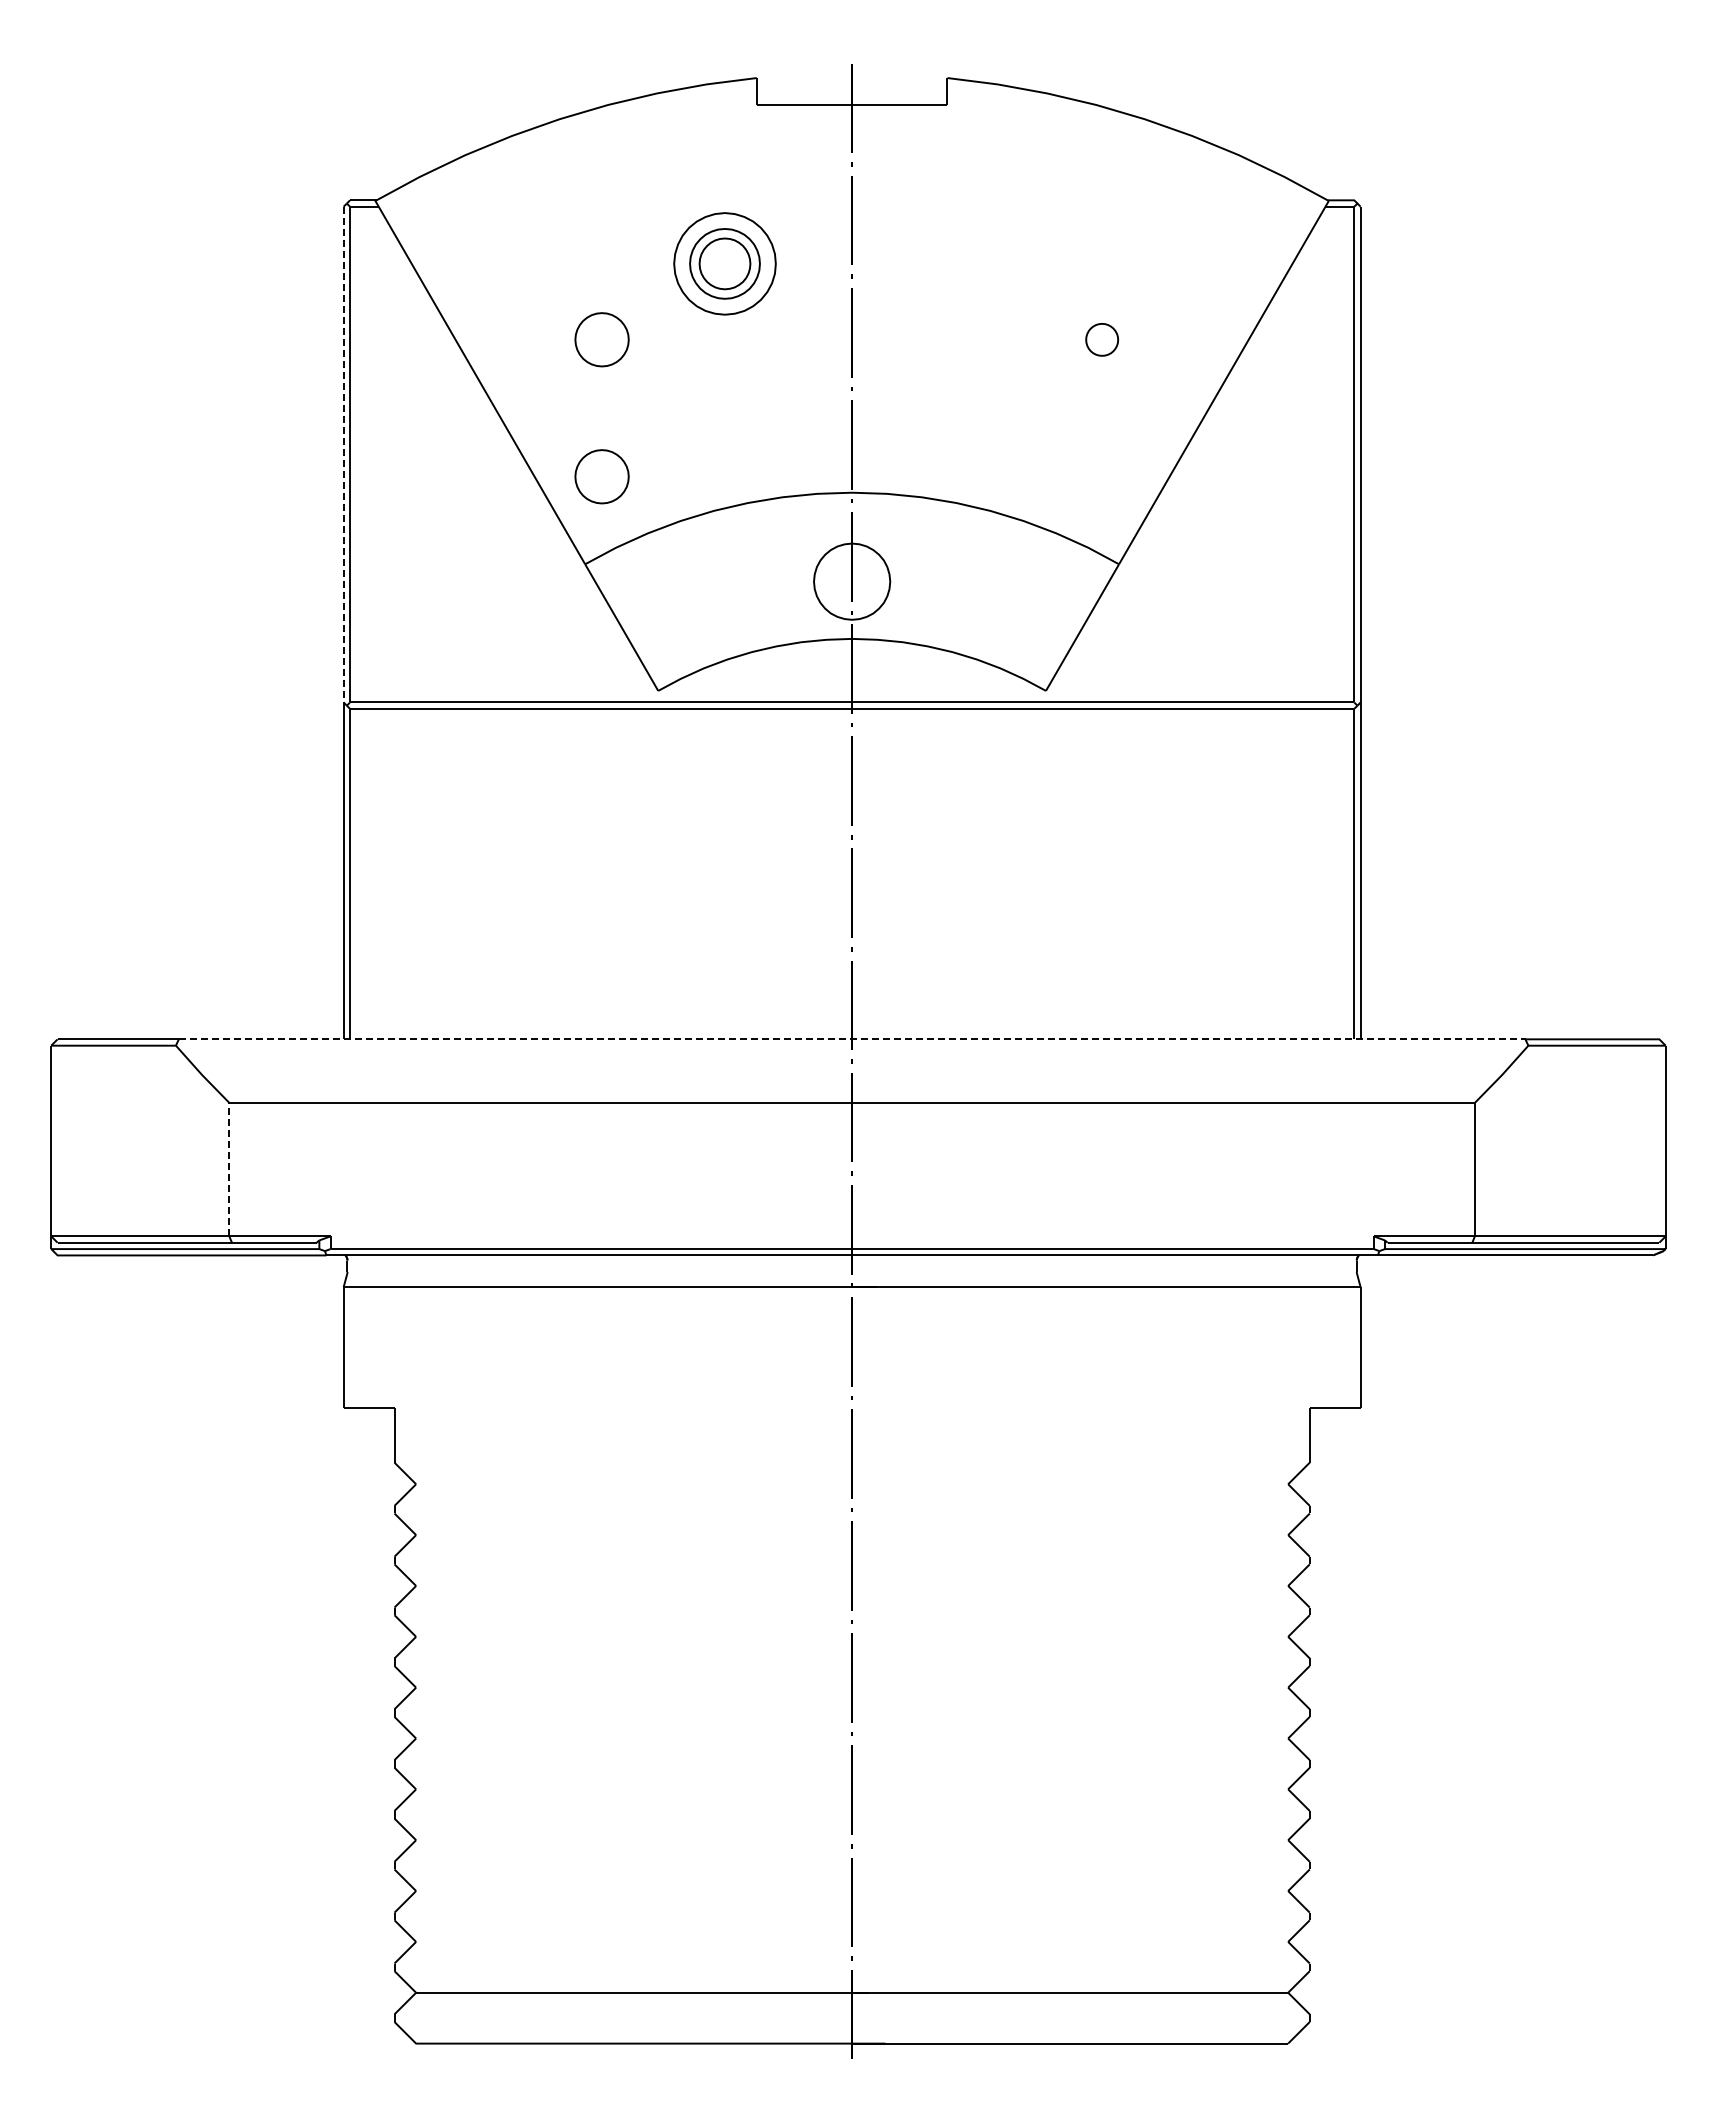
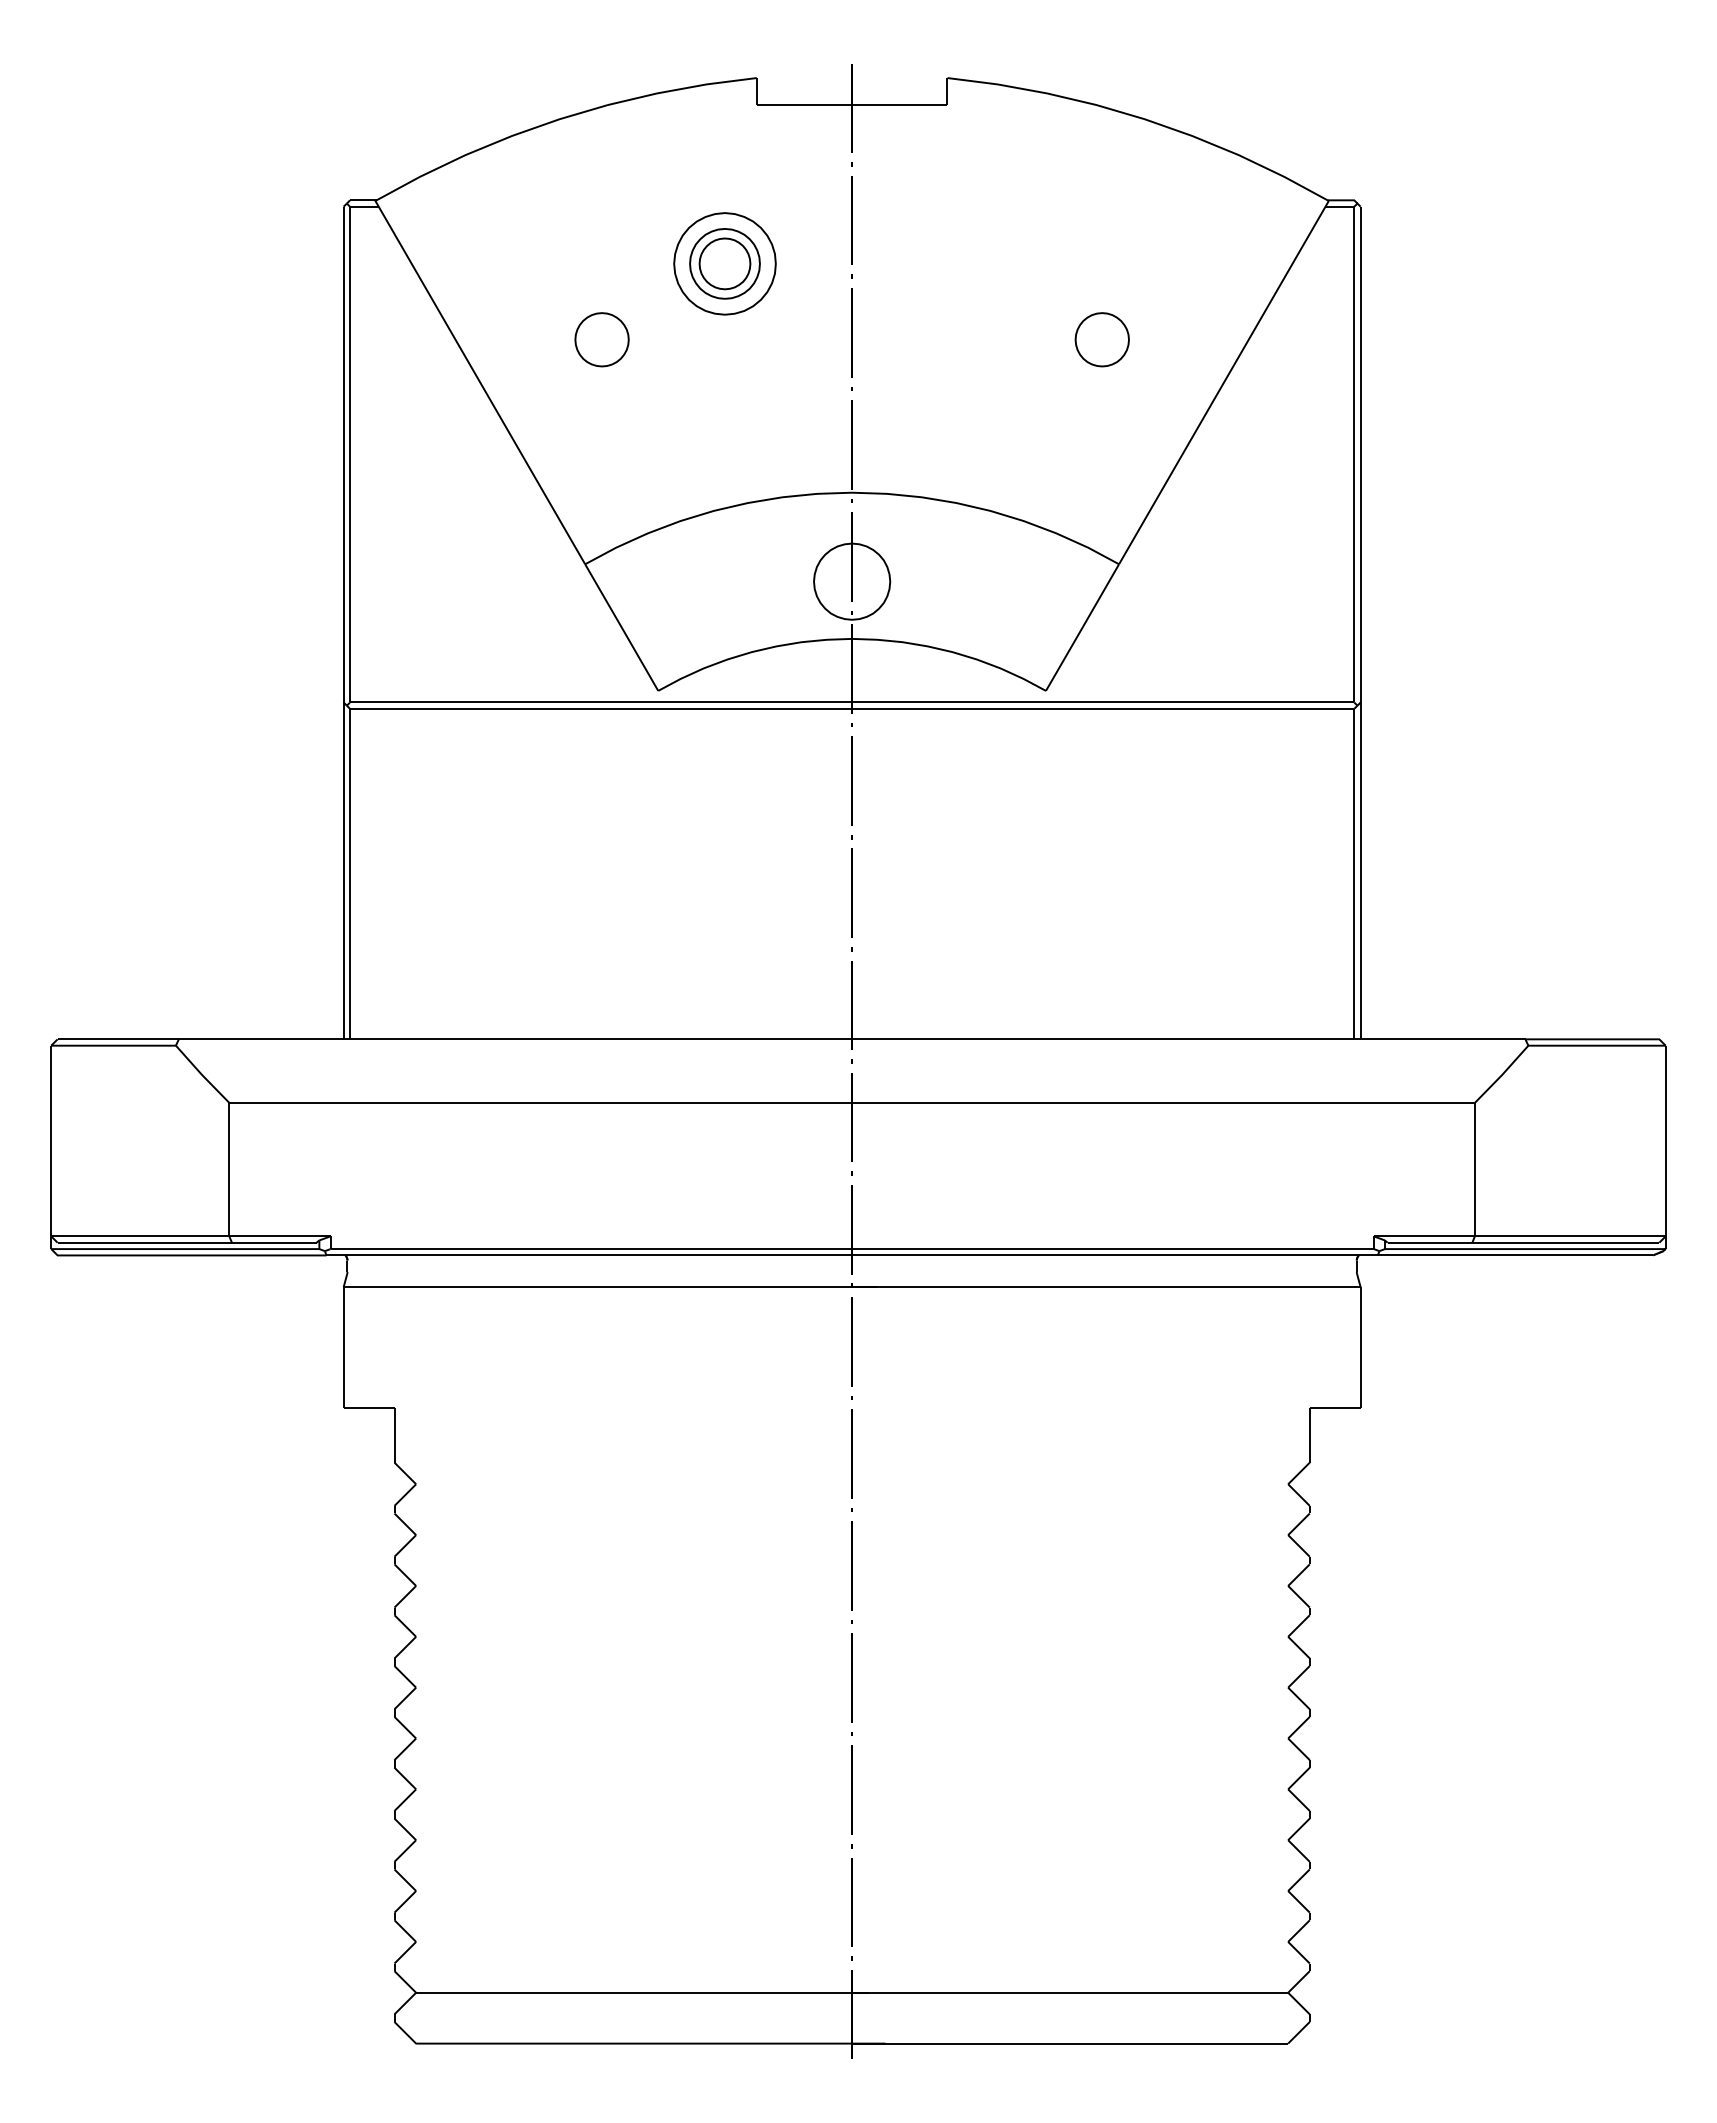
part at (1102, 339) size: 35x34 px -> 56x56 px
line at (343, 454): dashed -> solid
part at (601, 476): present -> none
line at (852, 1039): dashed -> solid
line at (229, 1169): dashed -> solid
